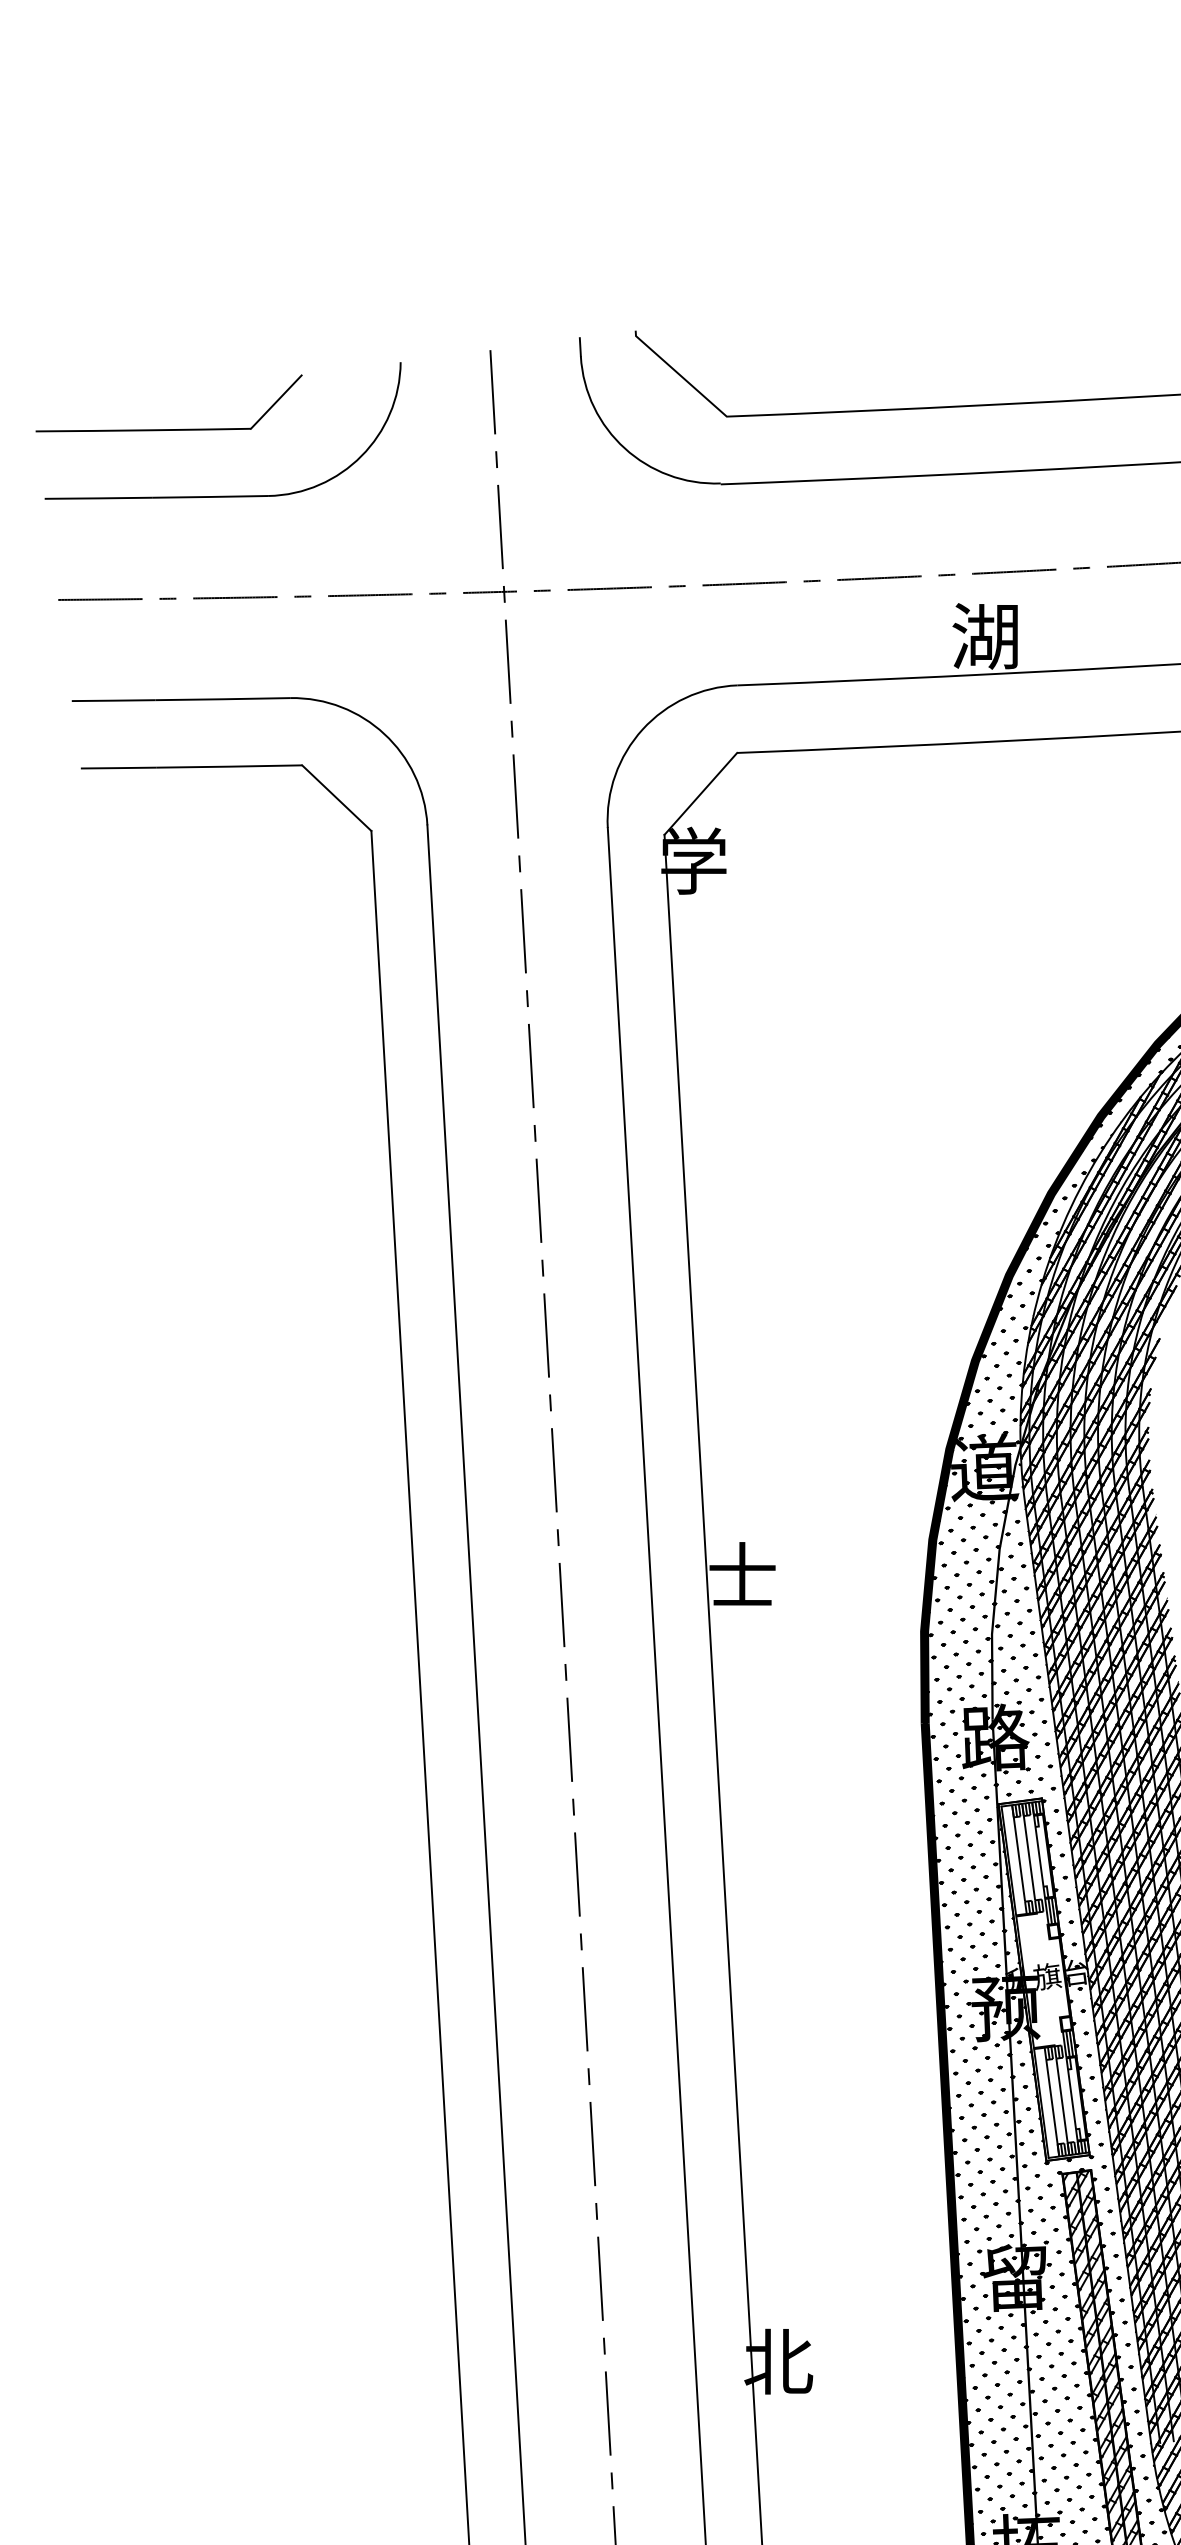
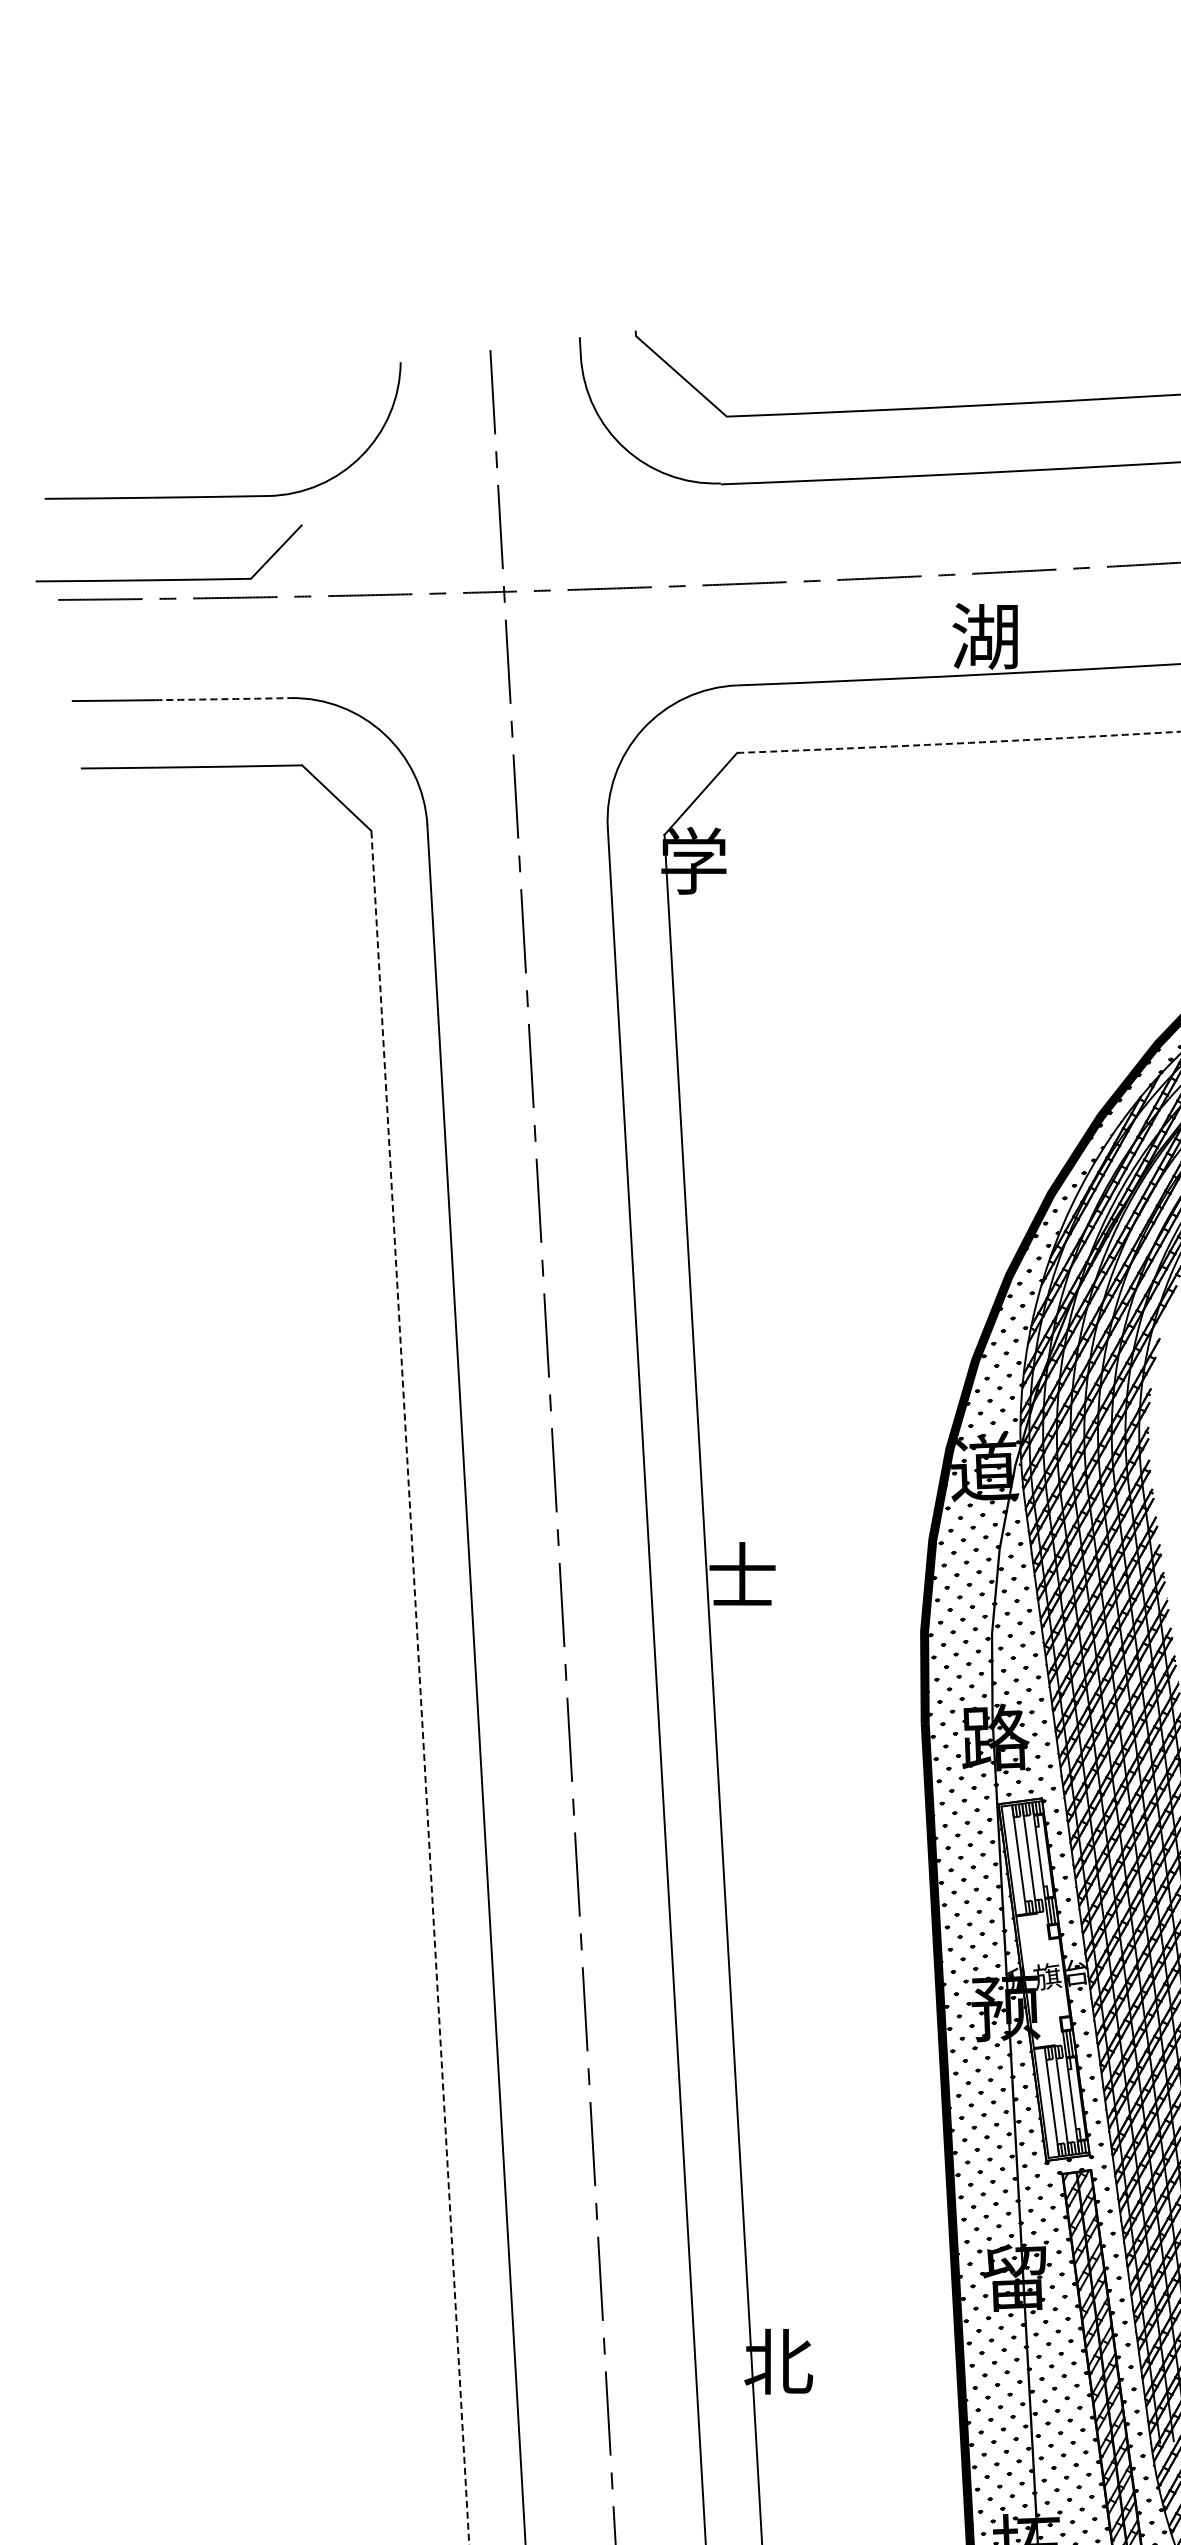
part at (168, 429) position: (168, 429) -> (168, 579)
arc at (222, 699): solid -> dashed
arc at (959, 743): solid -> dashed
line at (420, 1687): solid -> dashed
